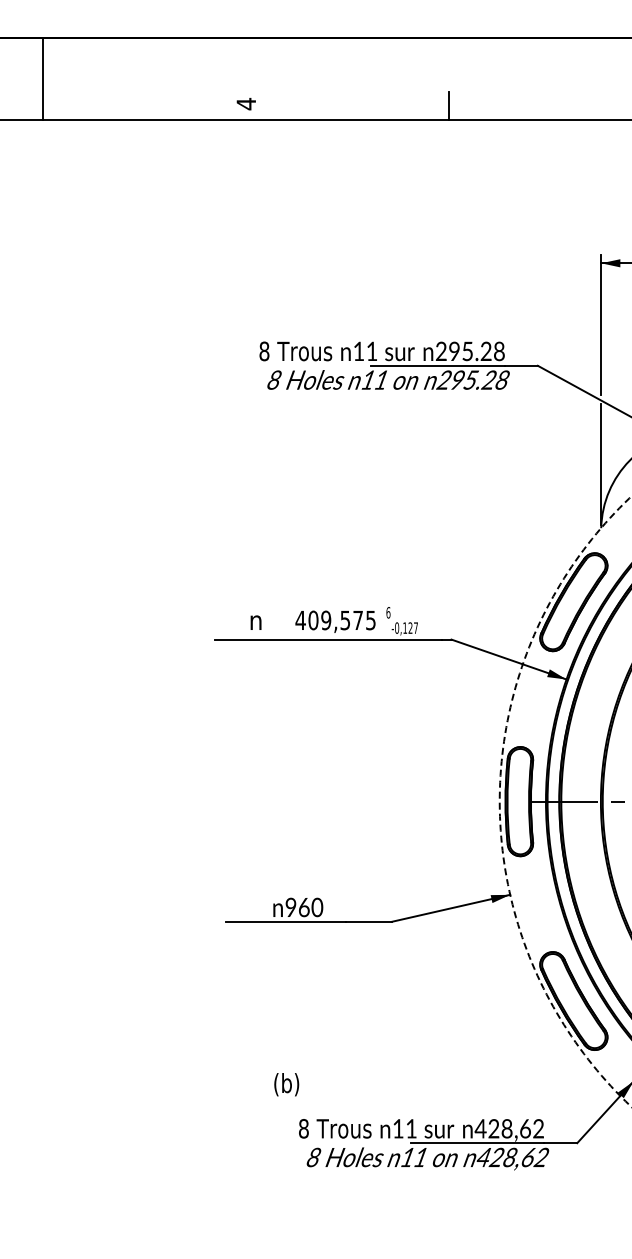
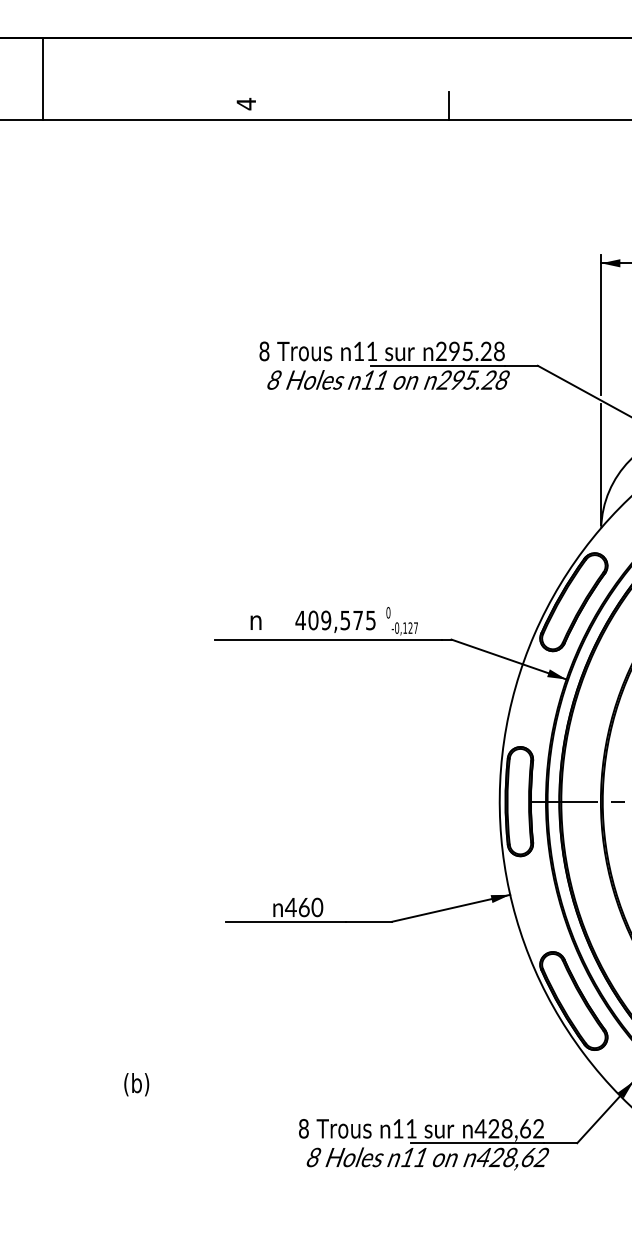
text at (388, 612): 6 -> 0
arc at (499, 801): dashed -> solid
text at (290, 906): 960 -> 460
text at (286, 1084) position: (286, 1084) -> (136, 1084)
